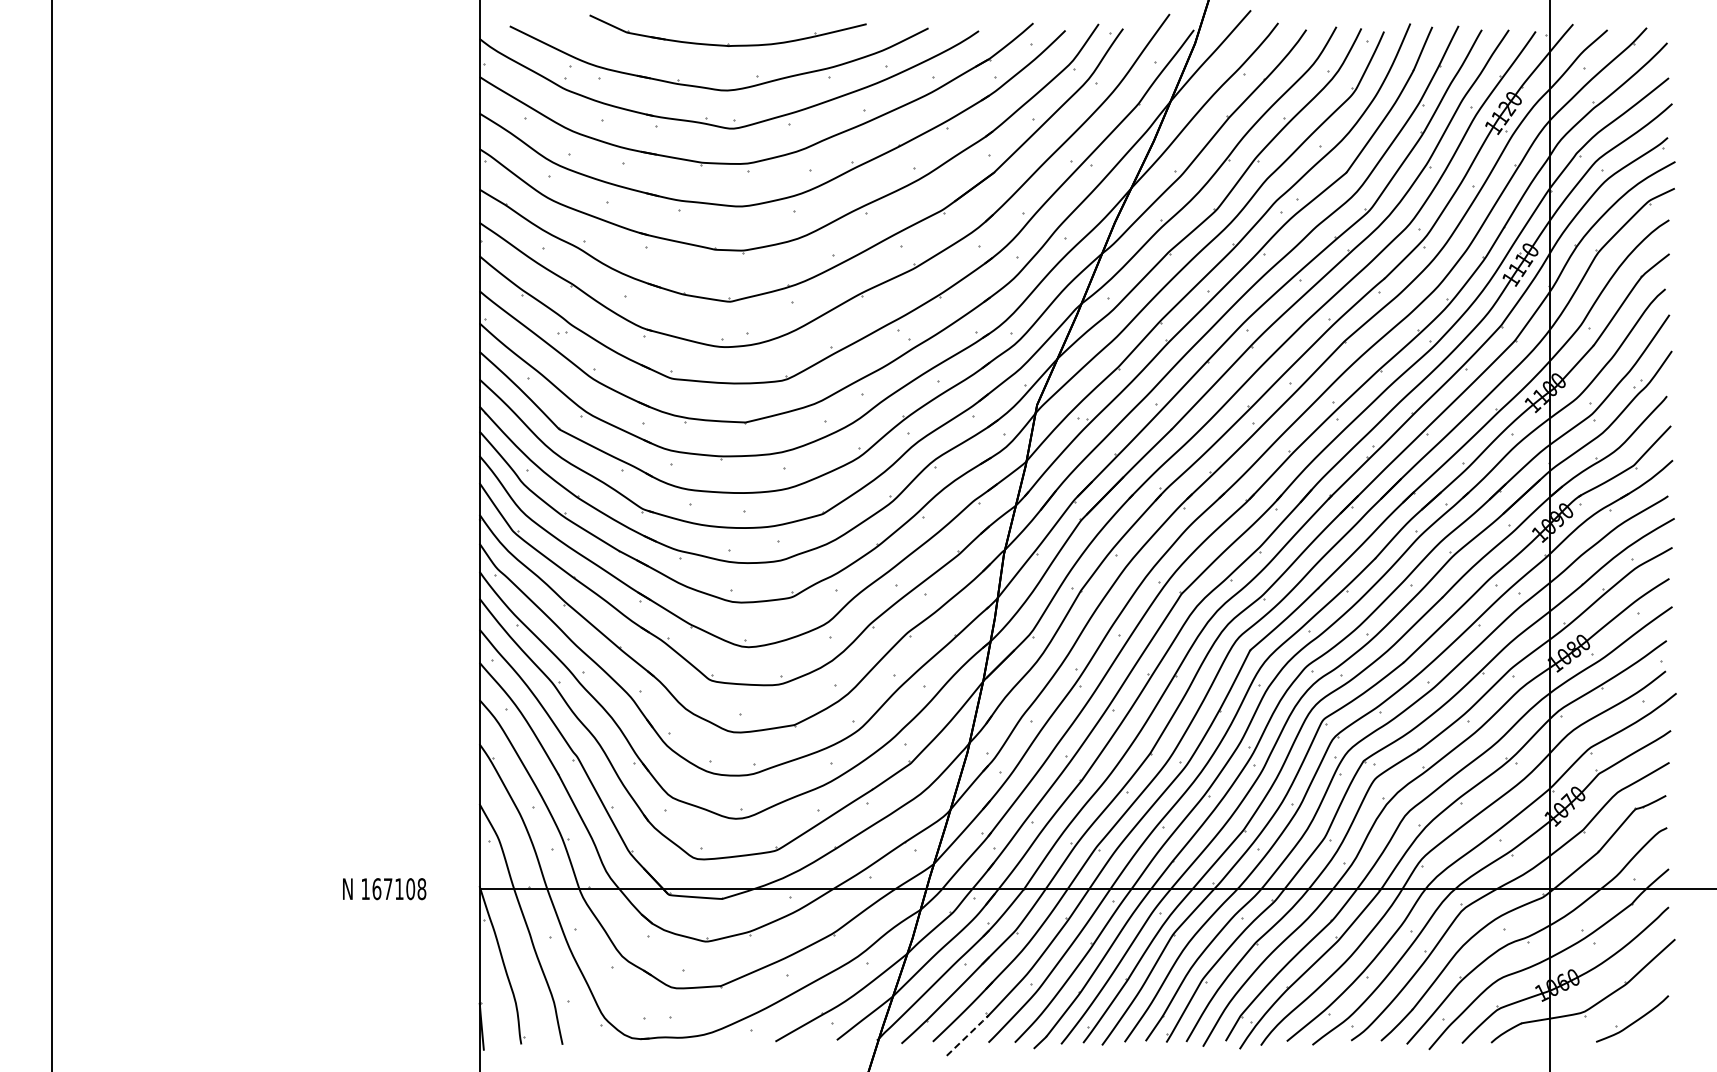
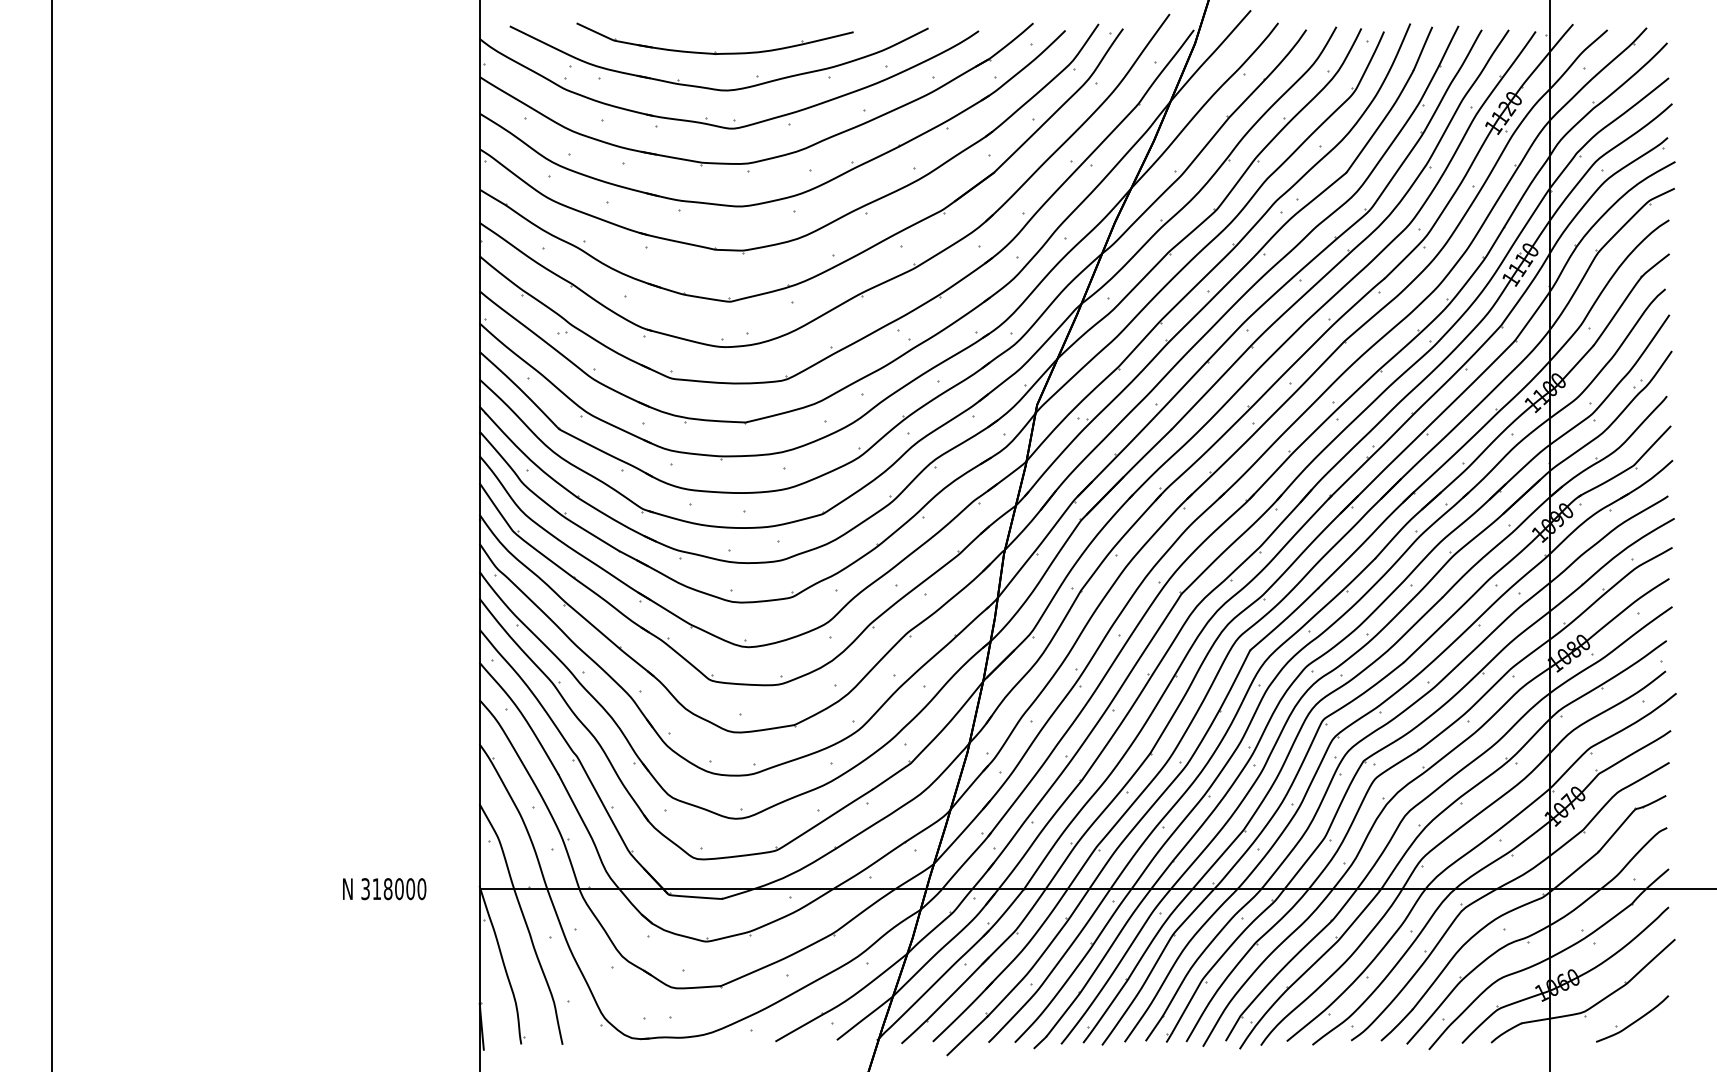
part at (728, 43) position: (728, 43) -> (715, 51)
text at (393, 889): 167108 -> 318000
line at (968, 1034): dashed -> solid
